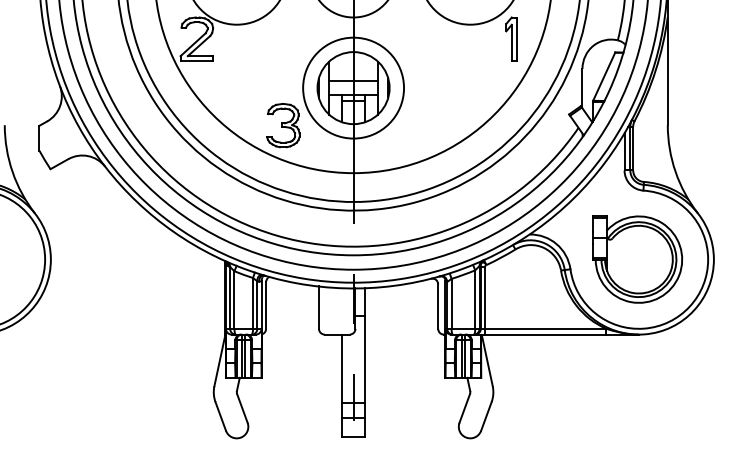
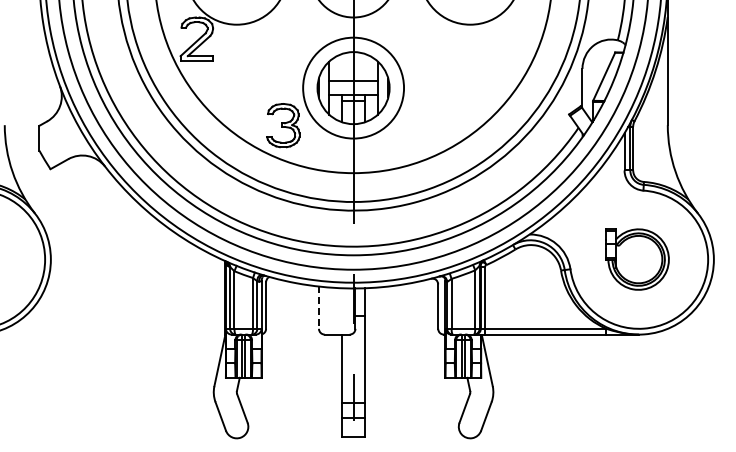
part at (511, 38): present -> none
part at (637, 259) size: 92x89 px -> 65x63 px
line at (318, 308): solid -> dashed
